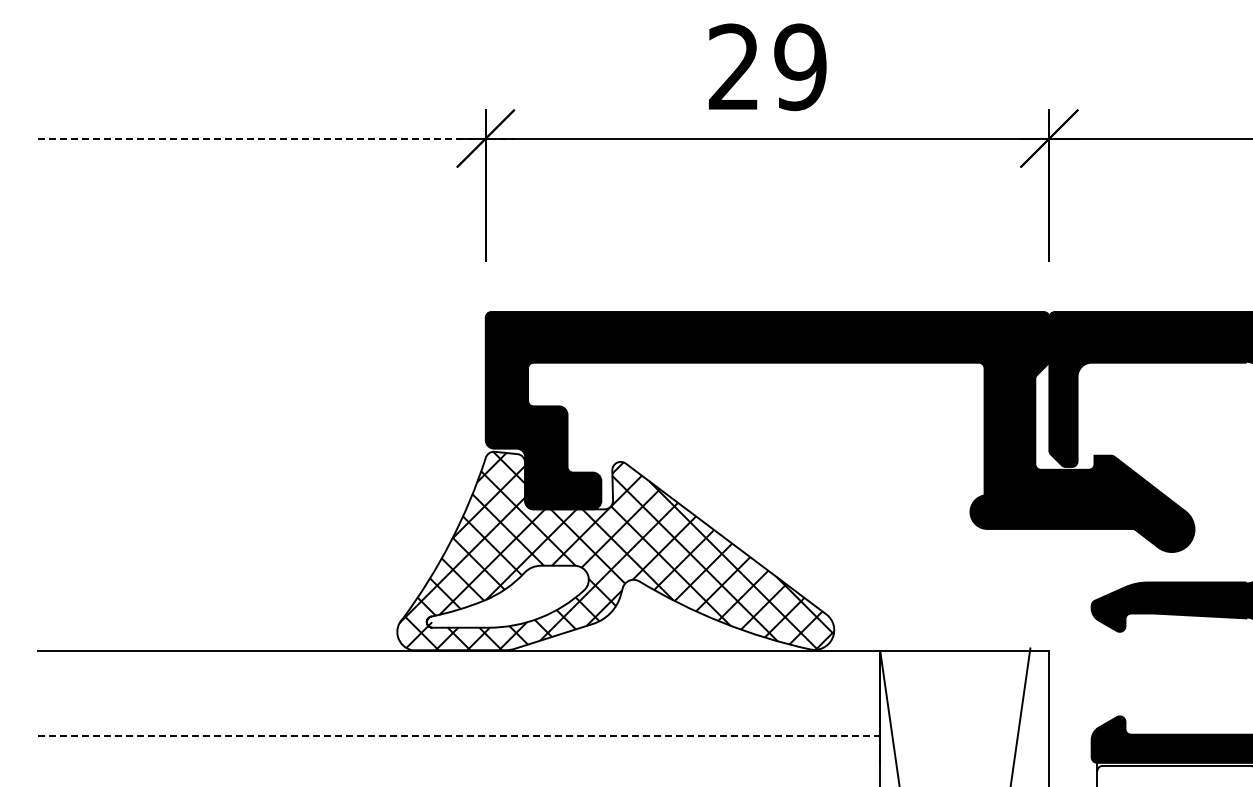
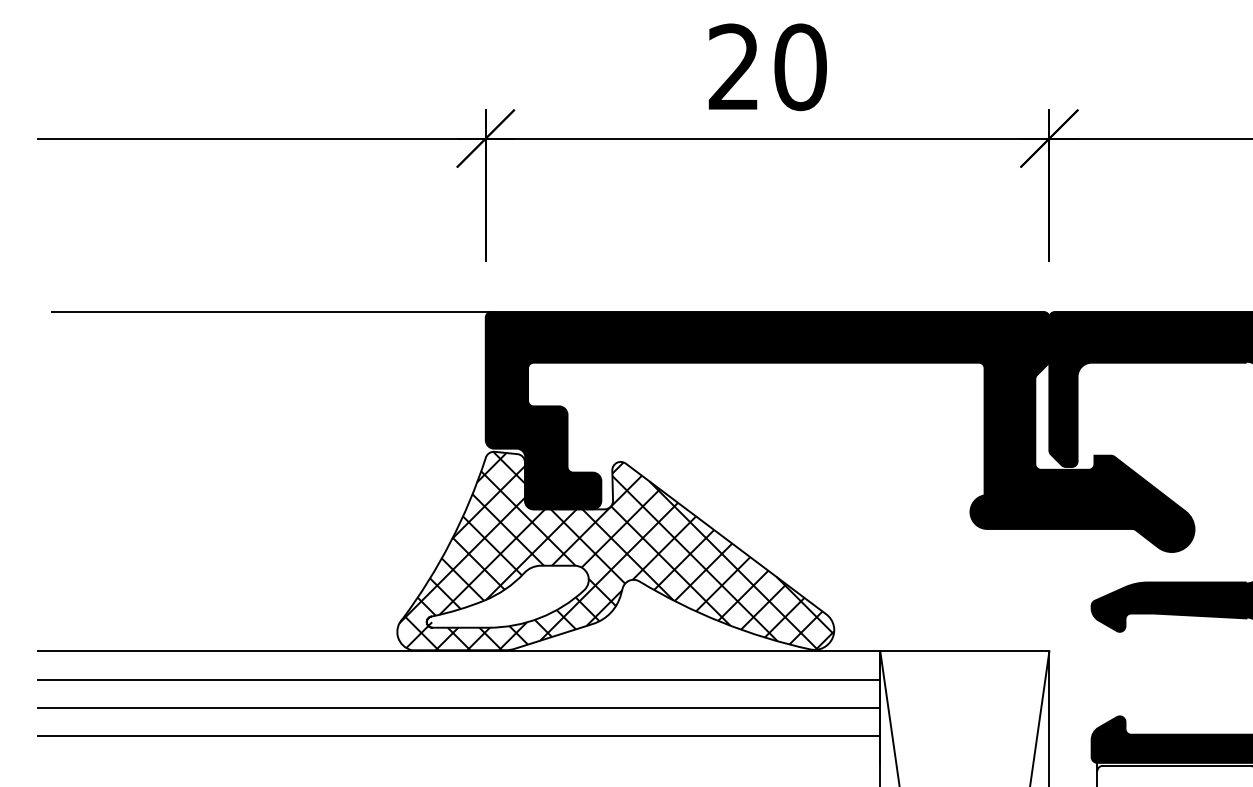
text at (800, 67): 29 -> 20
line at (276, 138): dashed -> solid
line at (271, 311): none -> present
line at (458, 679): none -> present
line at (458, 707): none -> present
line at (1020, 715) position: (1020, 715) -> (1039, 717)
line at (459, 735): dashed -> solid
